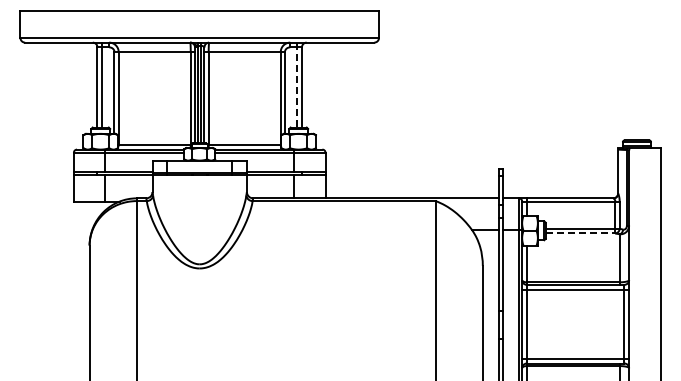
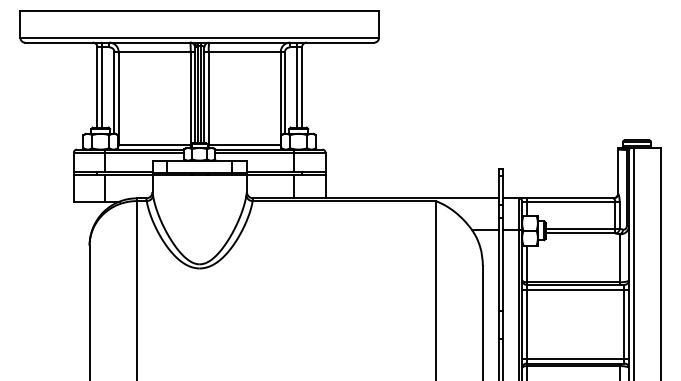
line at (297, 85): dashed -> solid
line at (580, 233): dashed -> solid
line at (633, 262): none -> present
